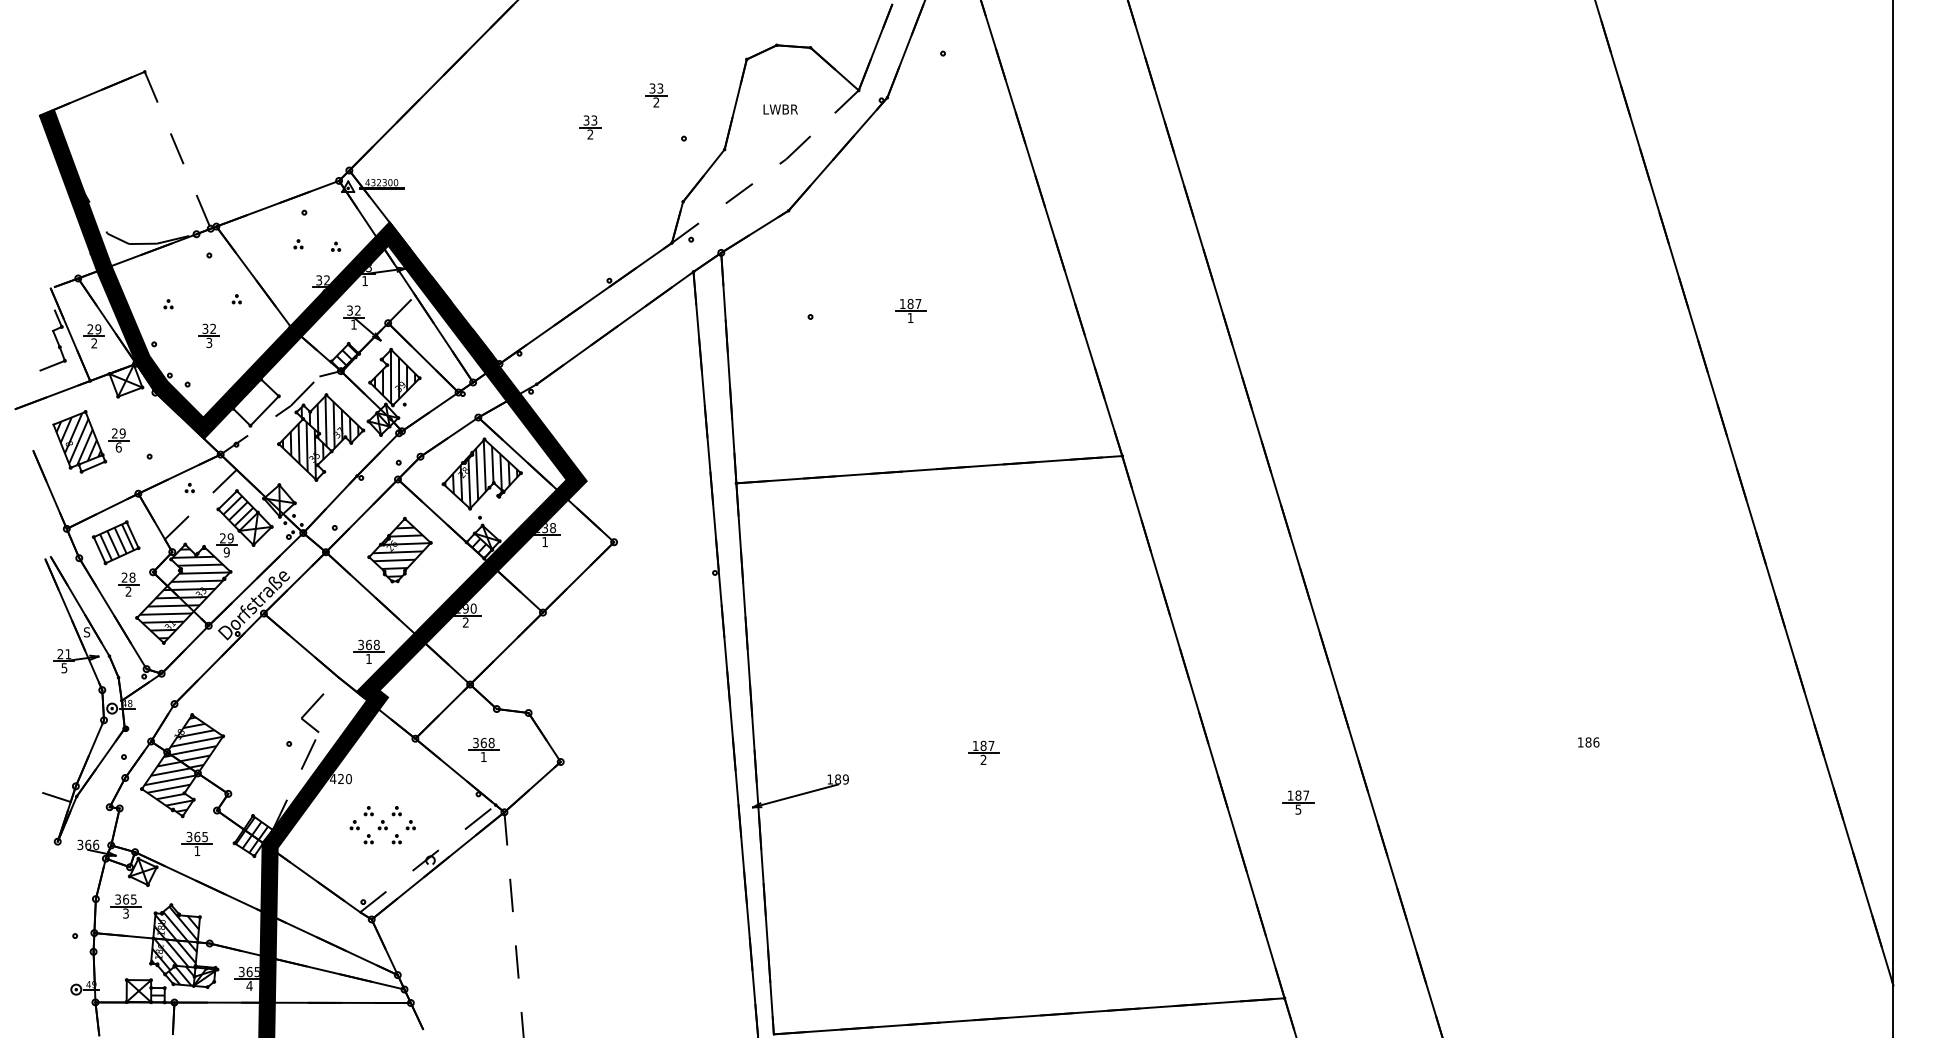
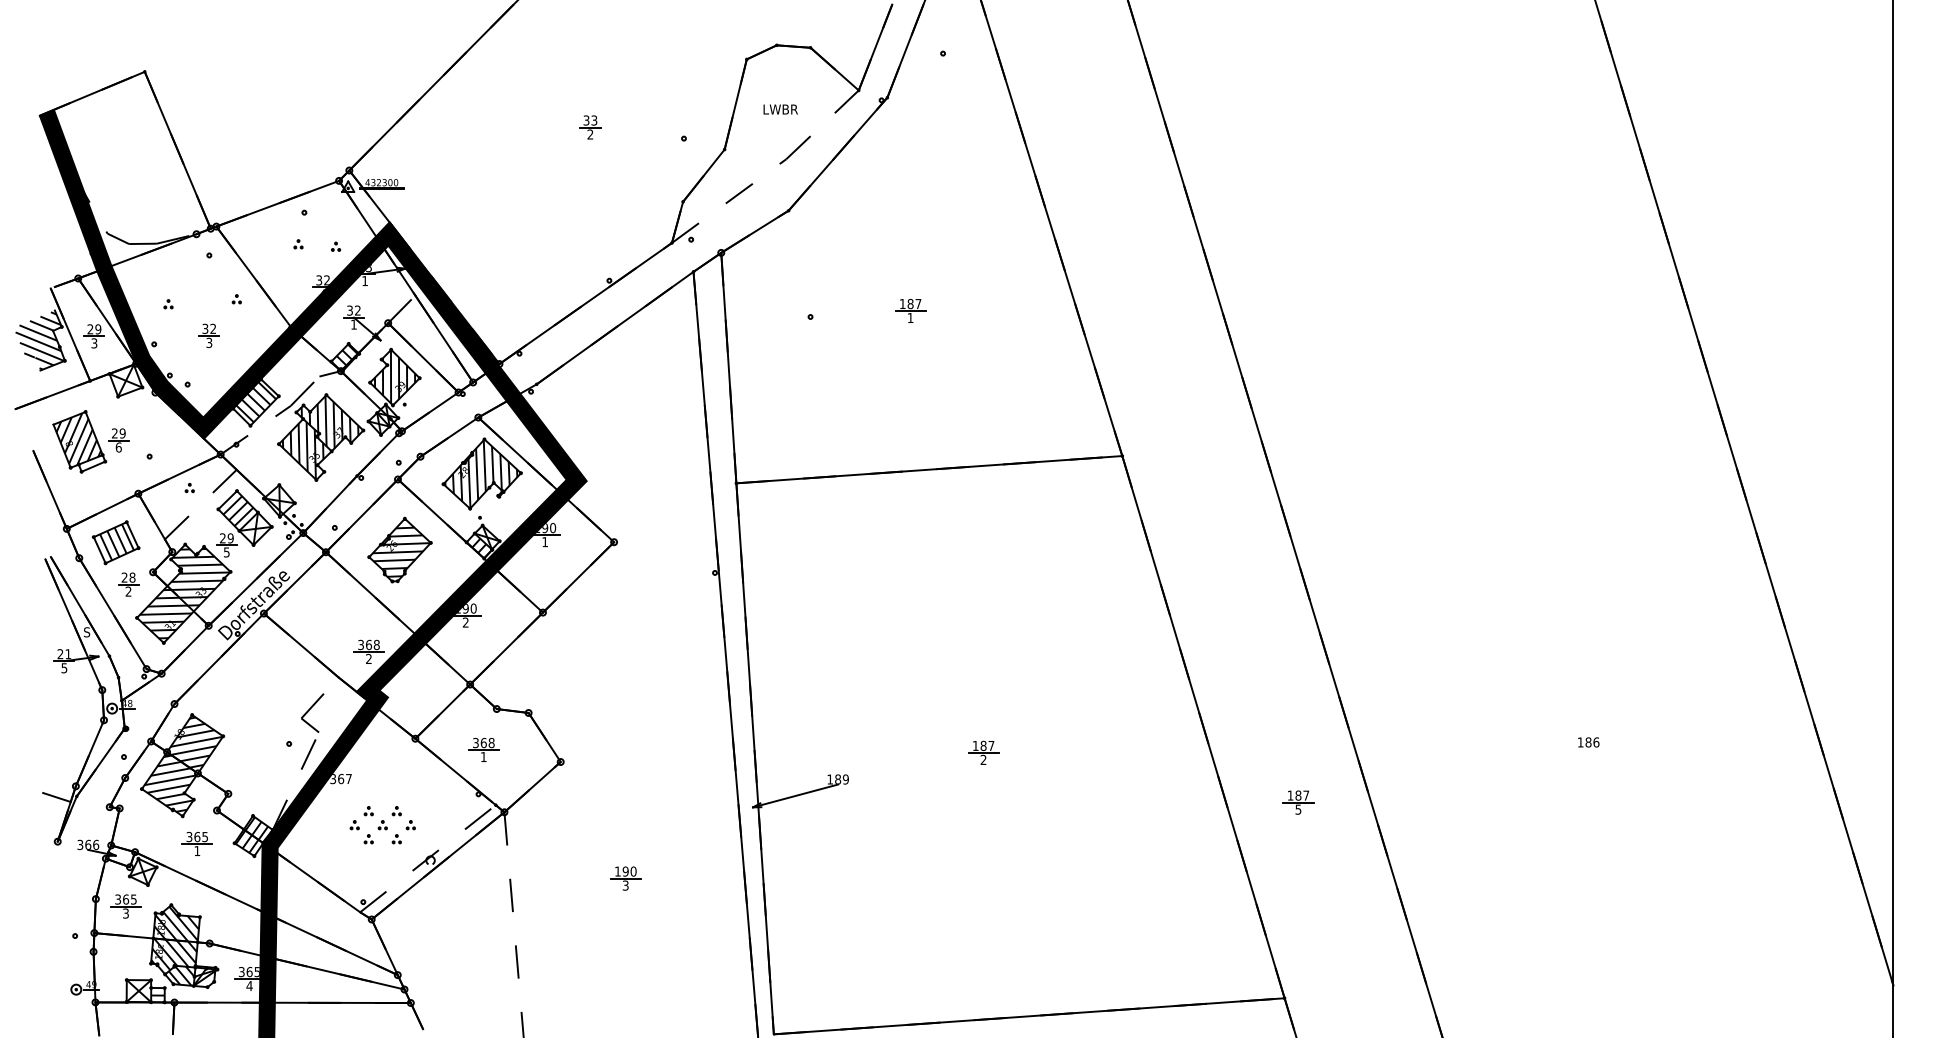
part at (656, 95): present -> none
line at (177, 149): none -> present
hatch at (39, 340): none -> present
text at (94, 343): 2 -> 3
hatch at (256, 402): none -> present
text at (549, 527): 138 -> 190
text at (226, 552): 9 -> 5
text at (368, 658): 1 -> 2
text at (340, 778): 420 -> 367
part at (625, 878): none -> present
